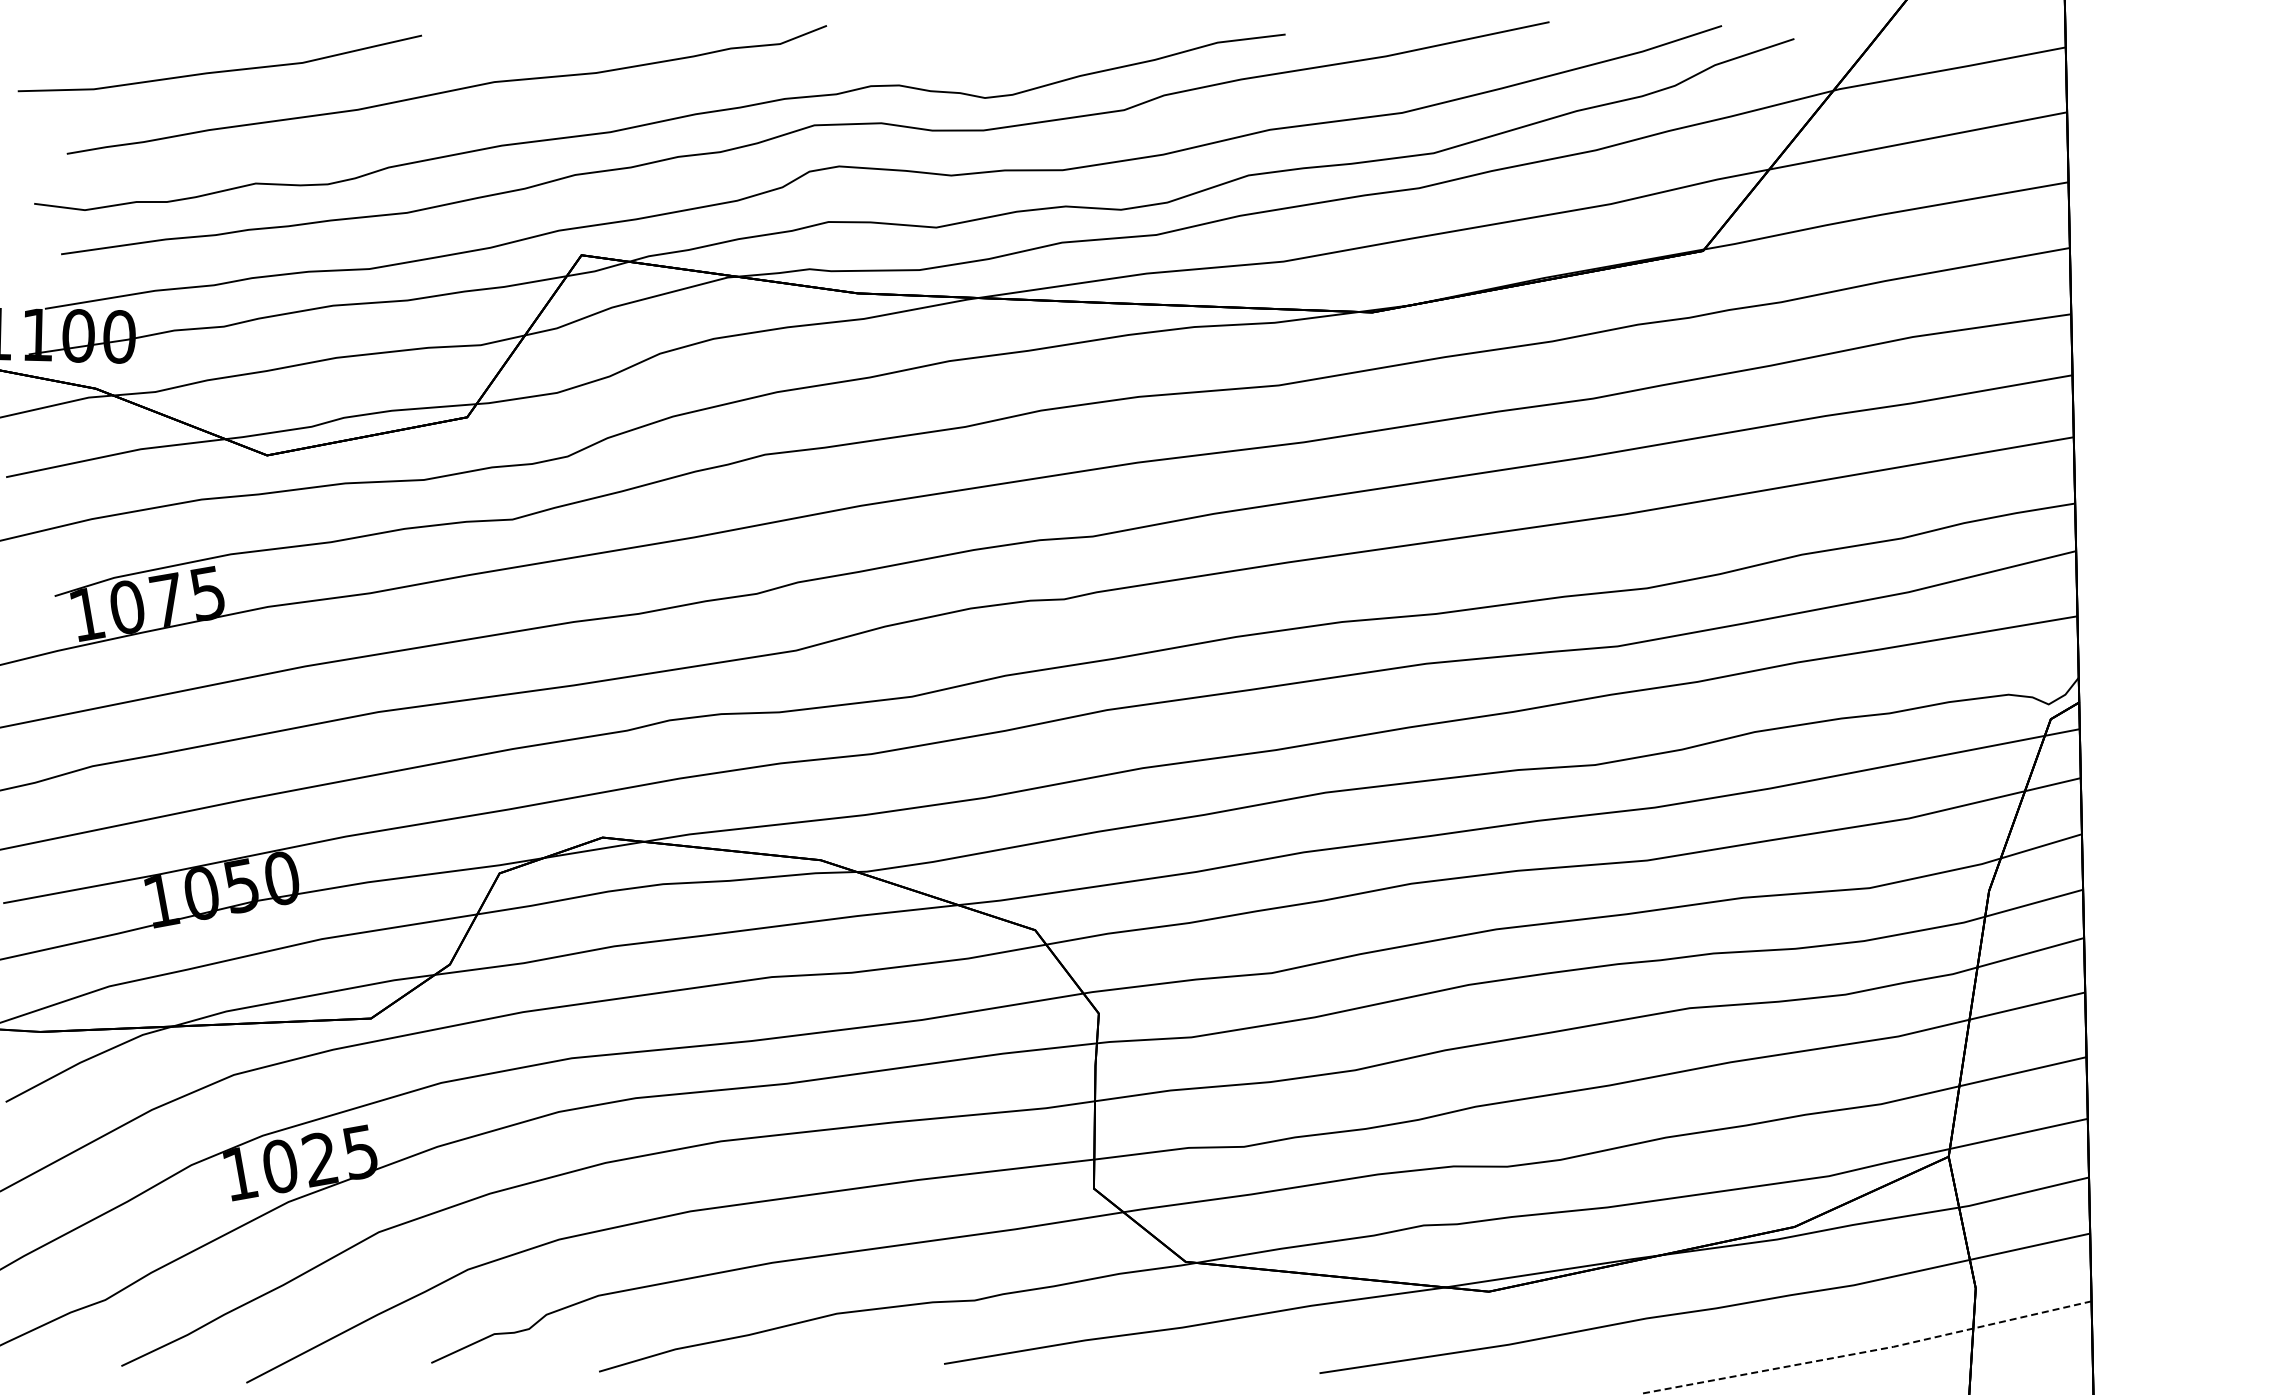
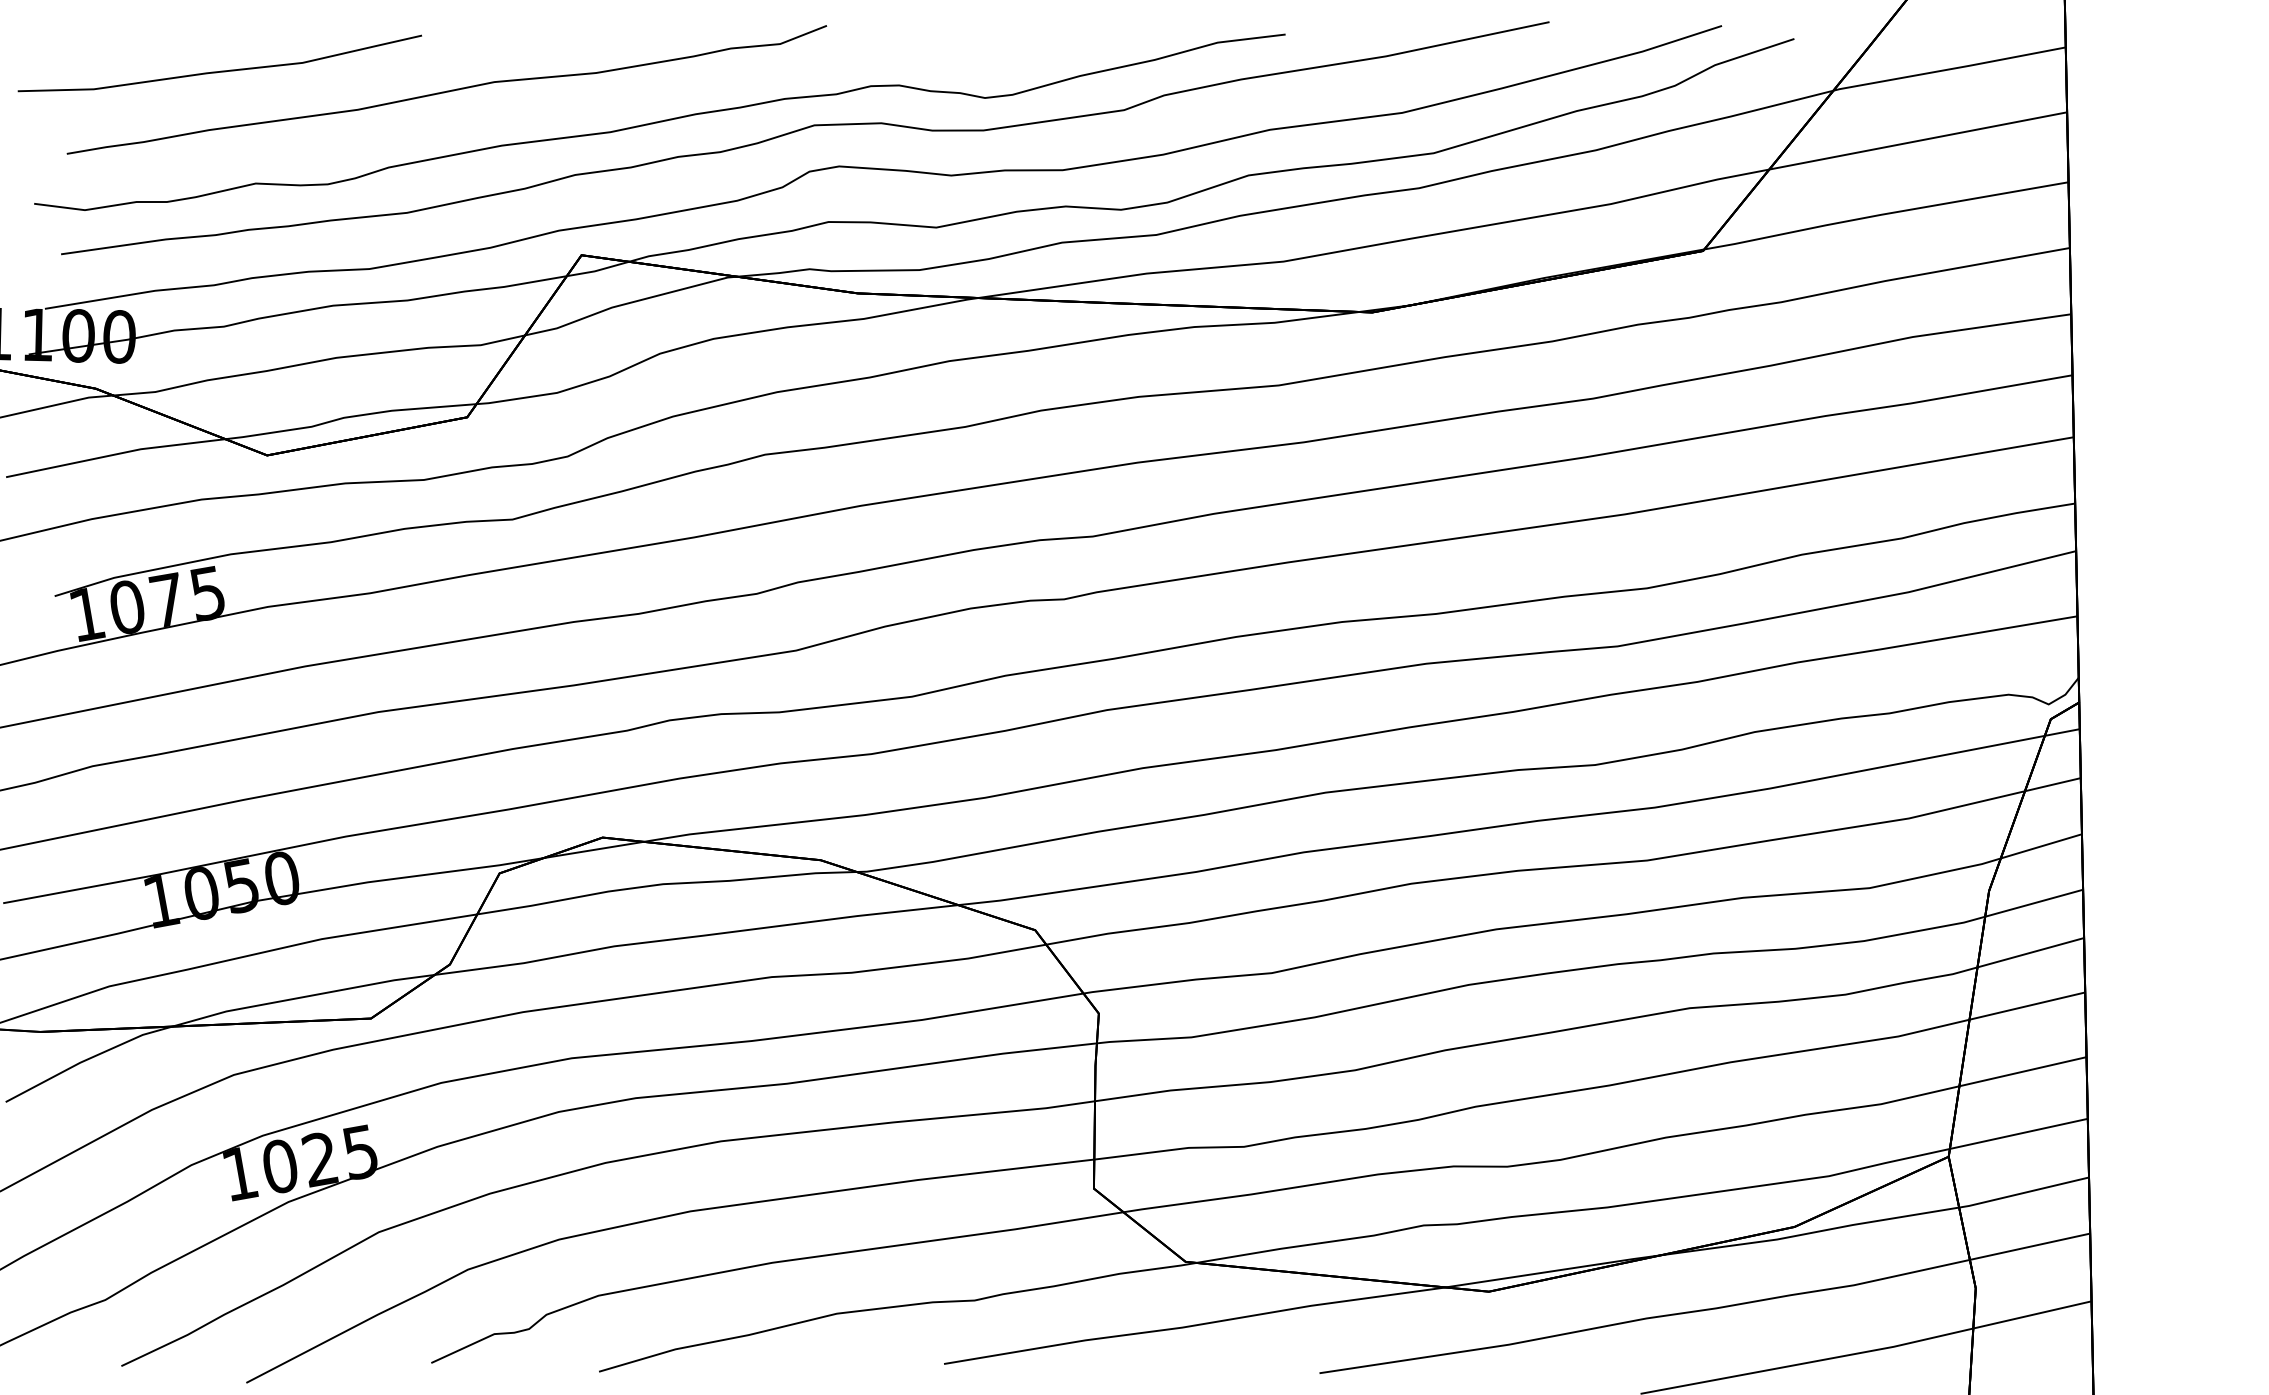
line at (1867, 1351): dashed -> solid
